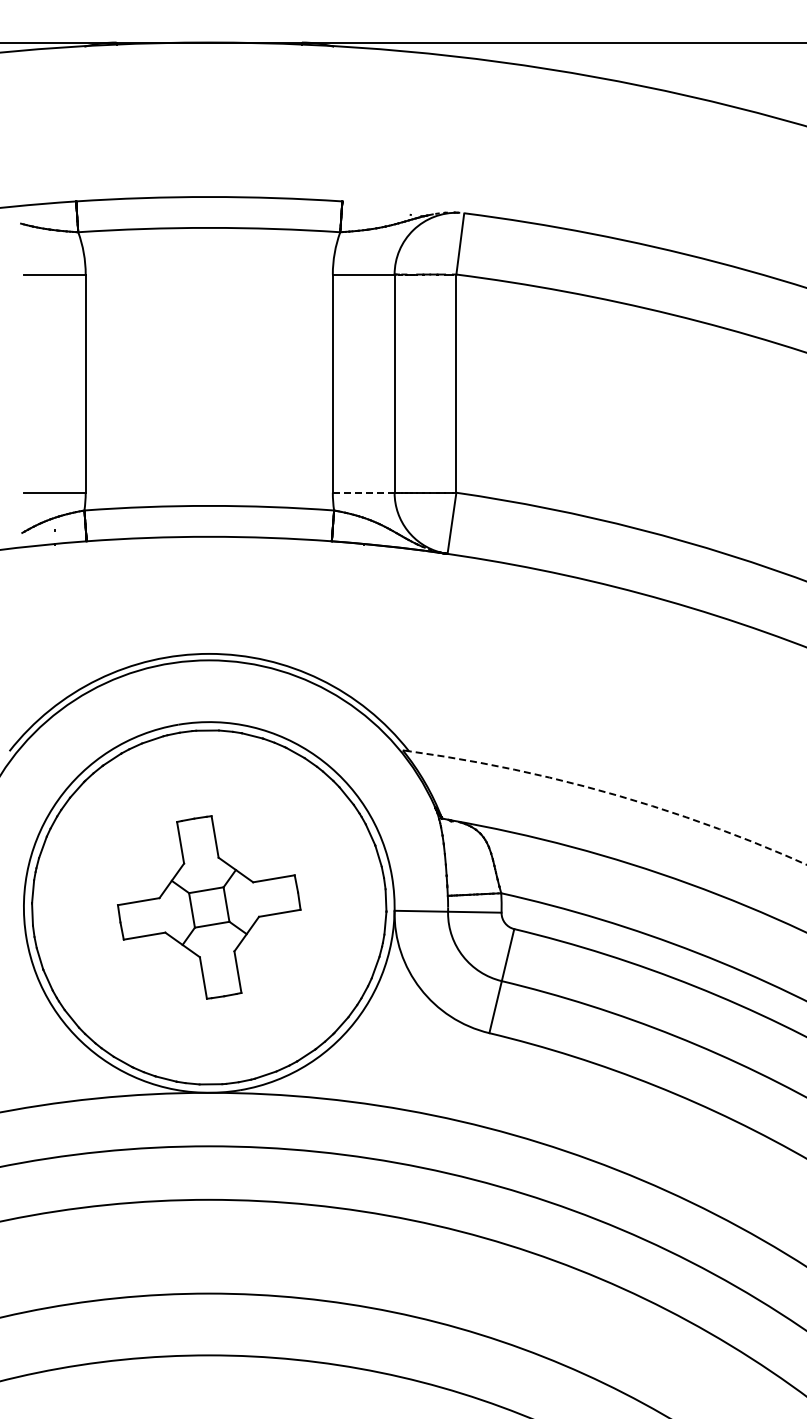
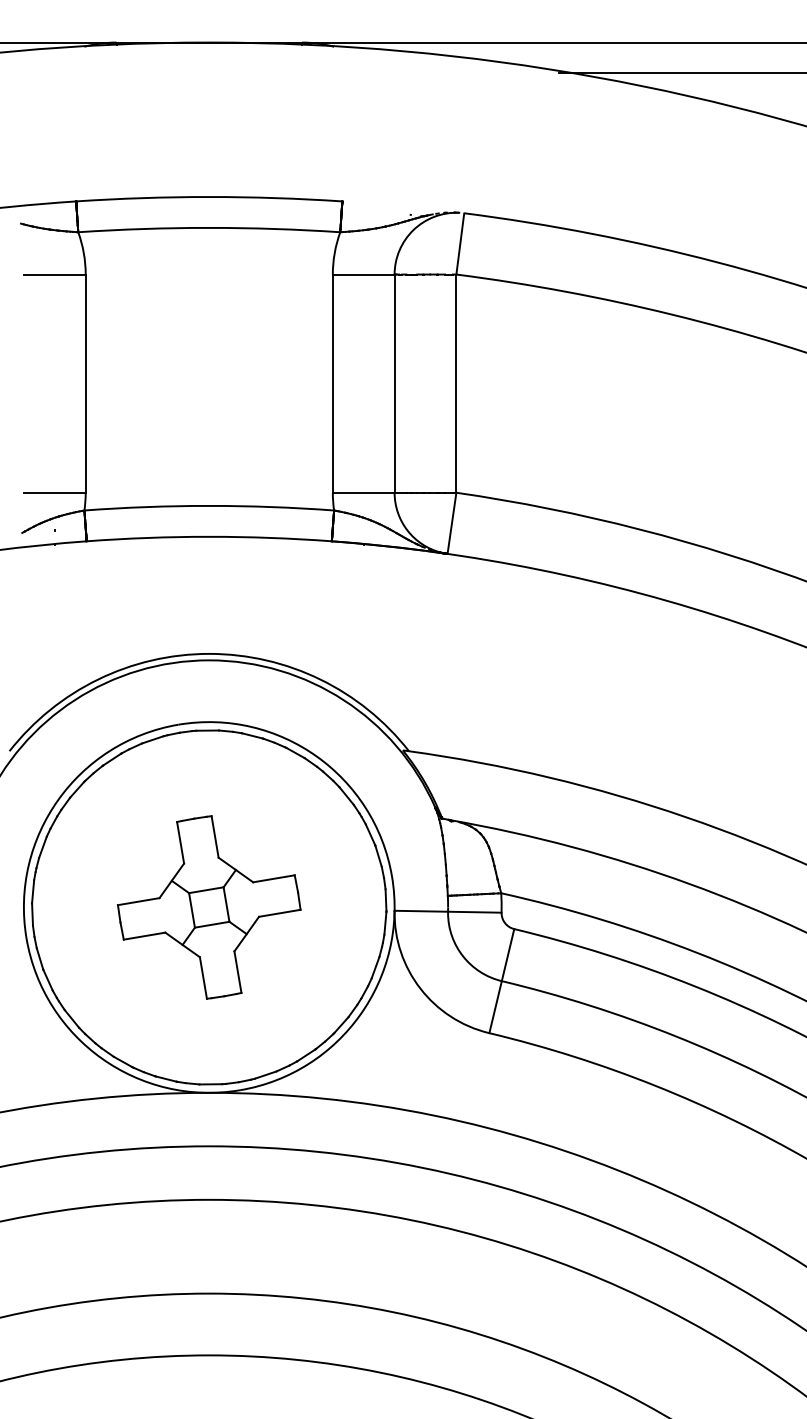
line at (681, 72): none -> present
line at (363, 492): dashed -> solid
arc at (612, 794): dashed -> solid
